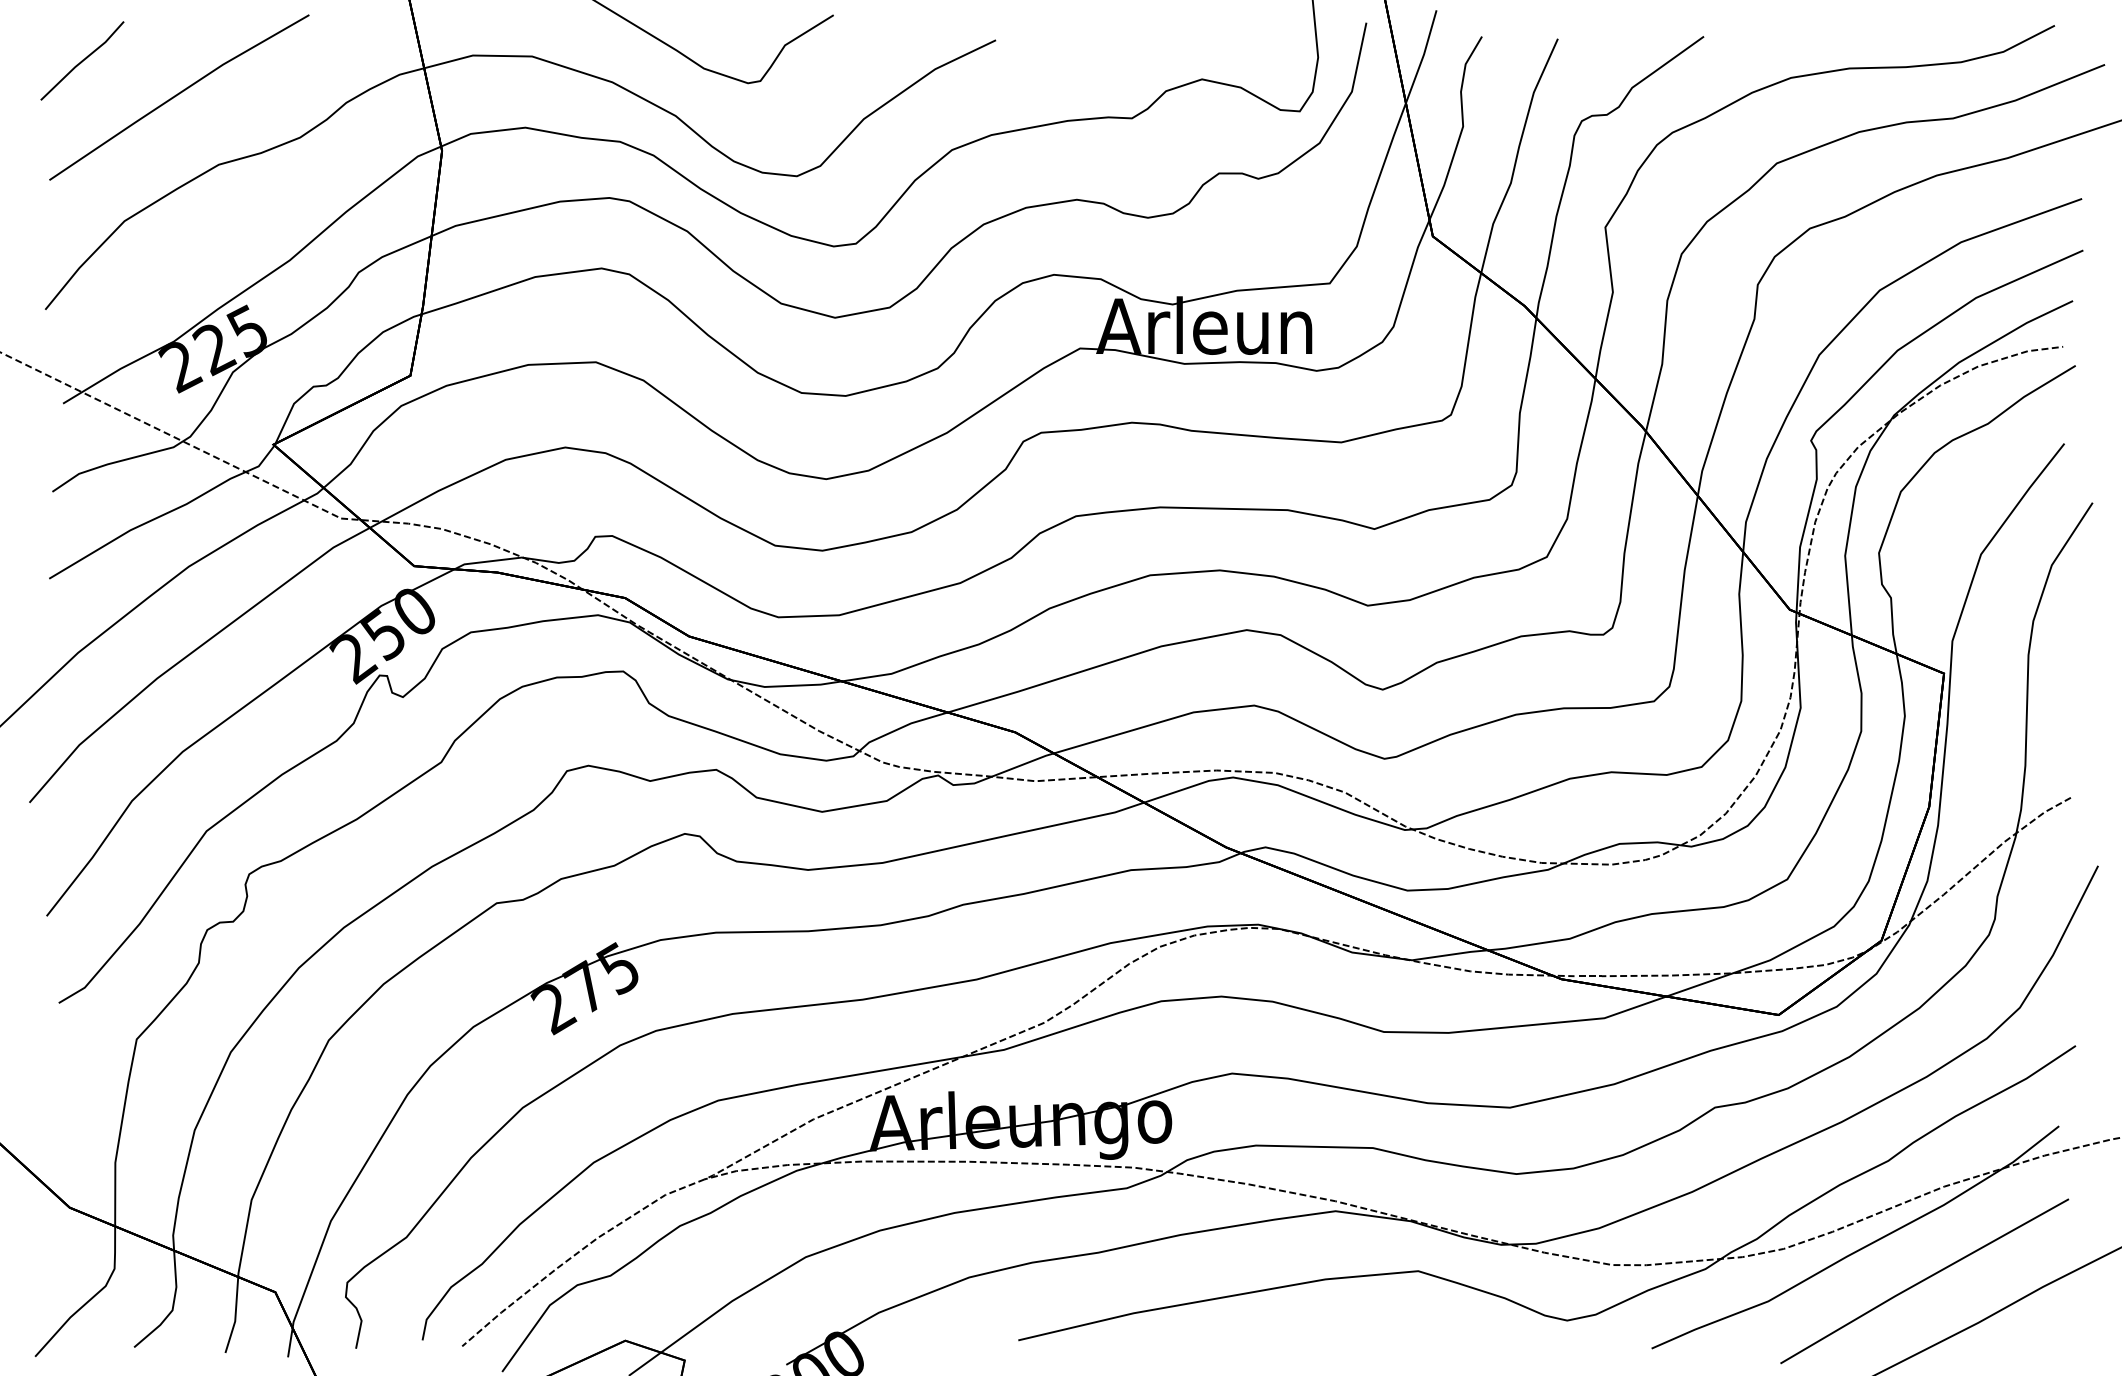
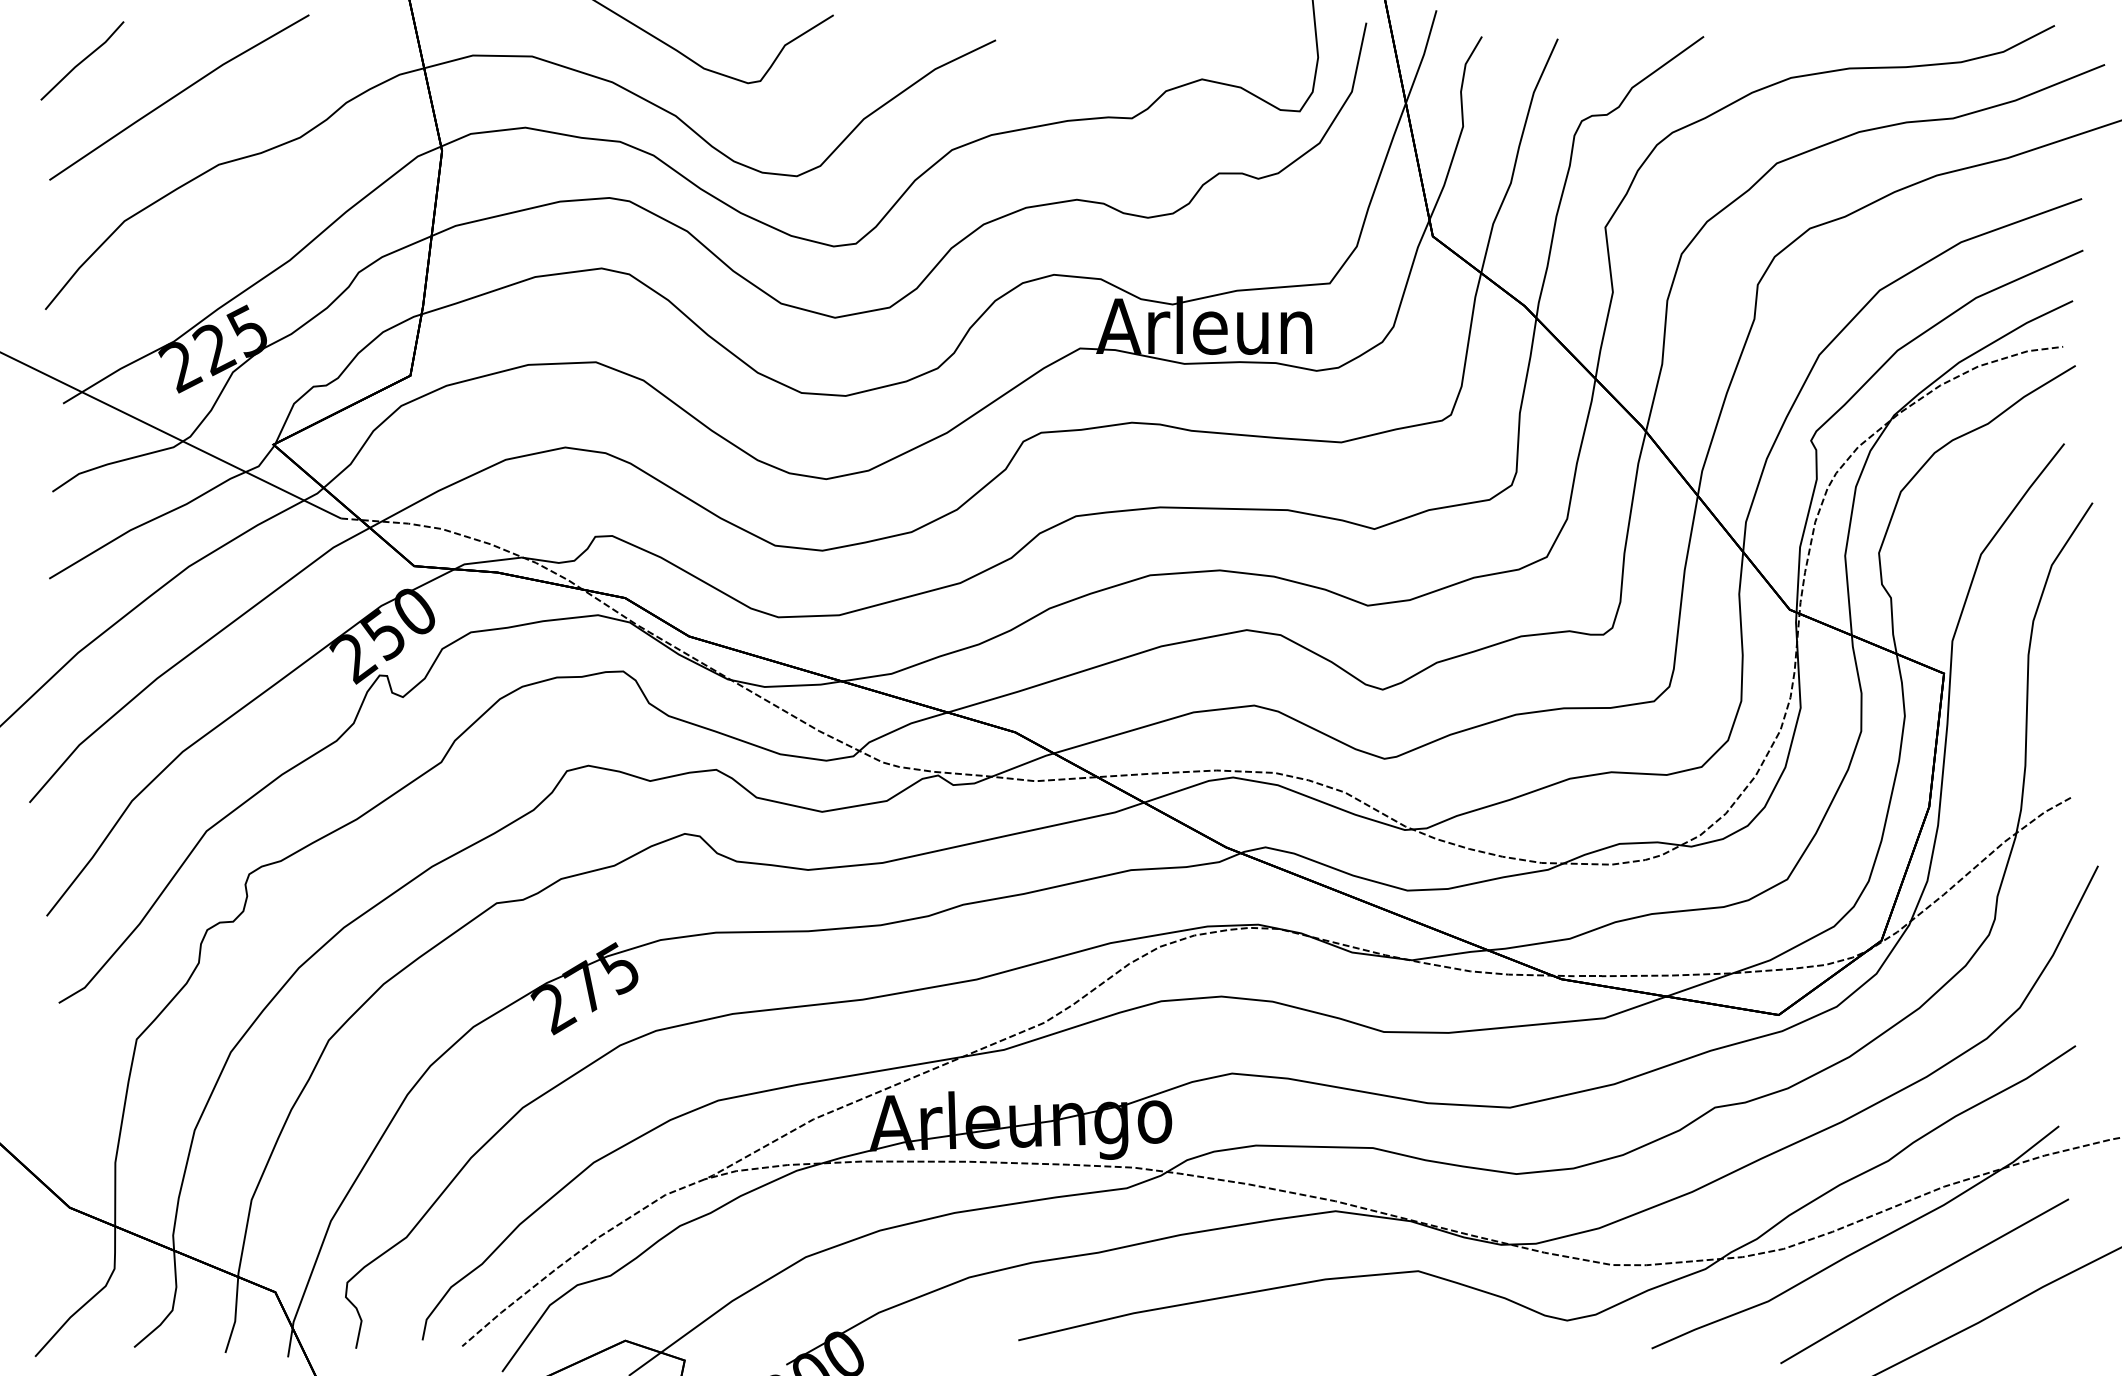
line at (171, 435): dashed -> solid
